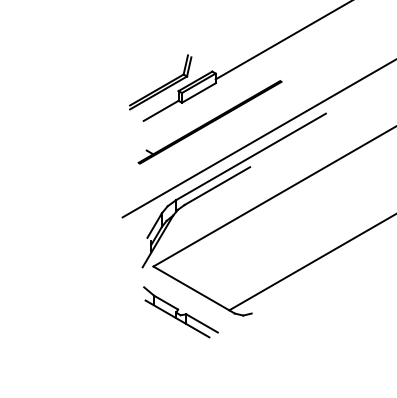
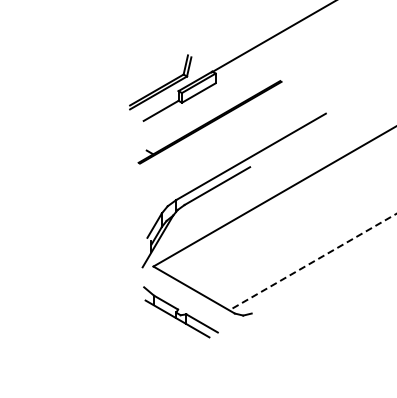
line at (282, 40) position: (282, 40) -> (272, 37)
line at (257, 138): present -> none
line at (312, 262): solid -> dashed
